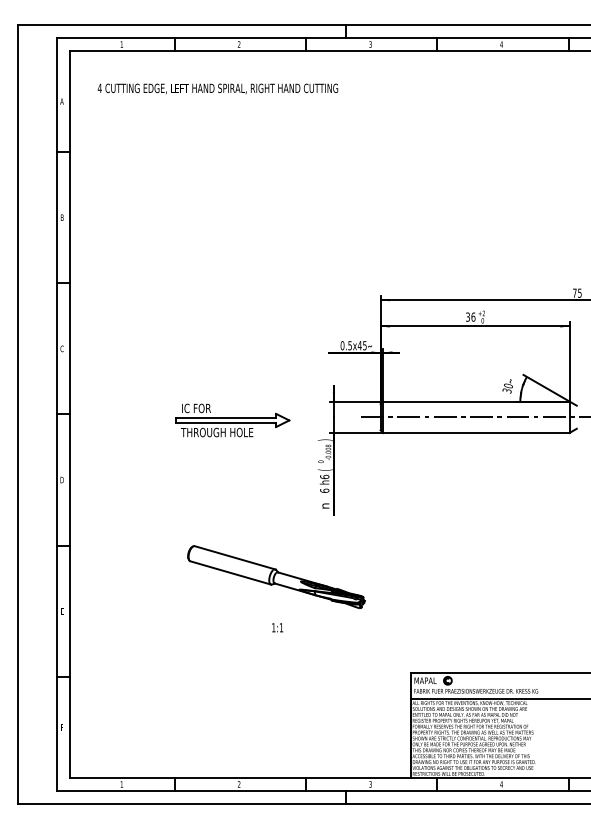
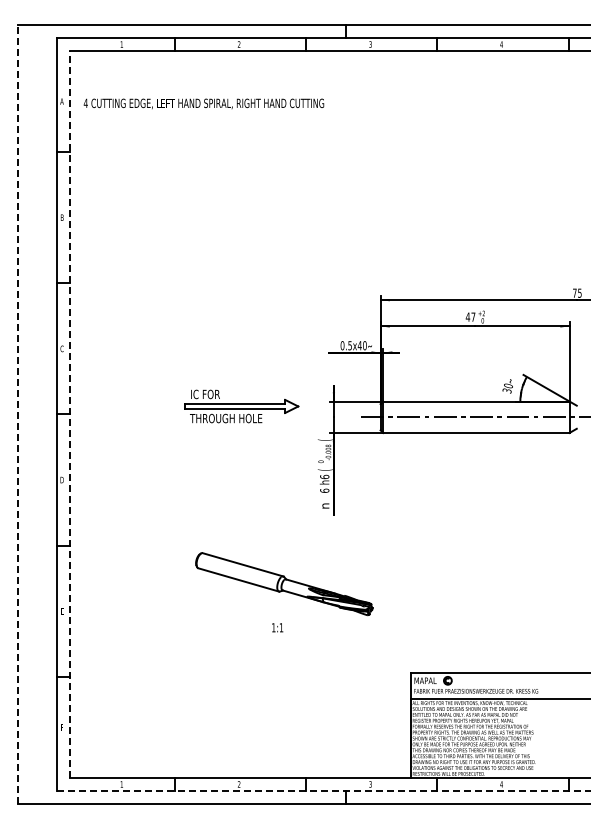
text at (217, 88) position: (217, 88) -> (203, 103)
text at (470, 316): 36 -> 47
text at (364, 345): 0.5x45 -> 0.5x40
line at (17, 414): solid -> dashed
line at (70, 414): solid -> dashed
part at (232, 420) position: (232, 420) -> (241, 406)
text at (324, 439): ) -> (
part at (276, 577) position: (276, 577) -> (284, 584)
line at (323, 791): solid -> dashed
